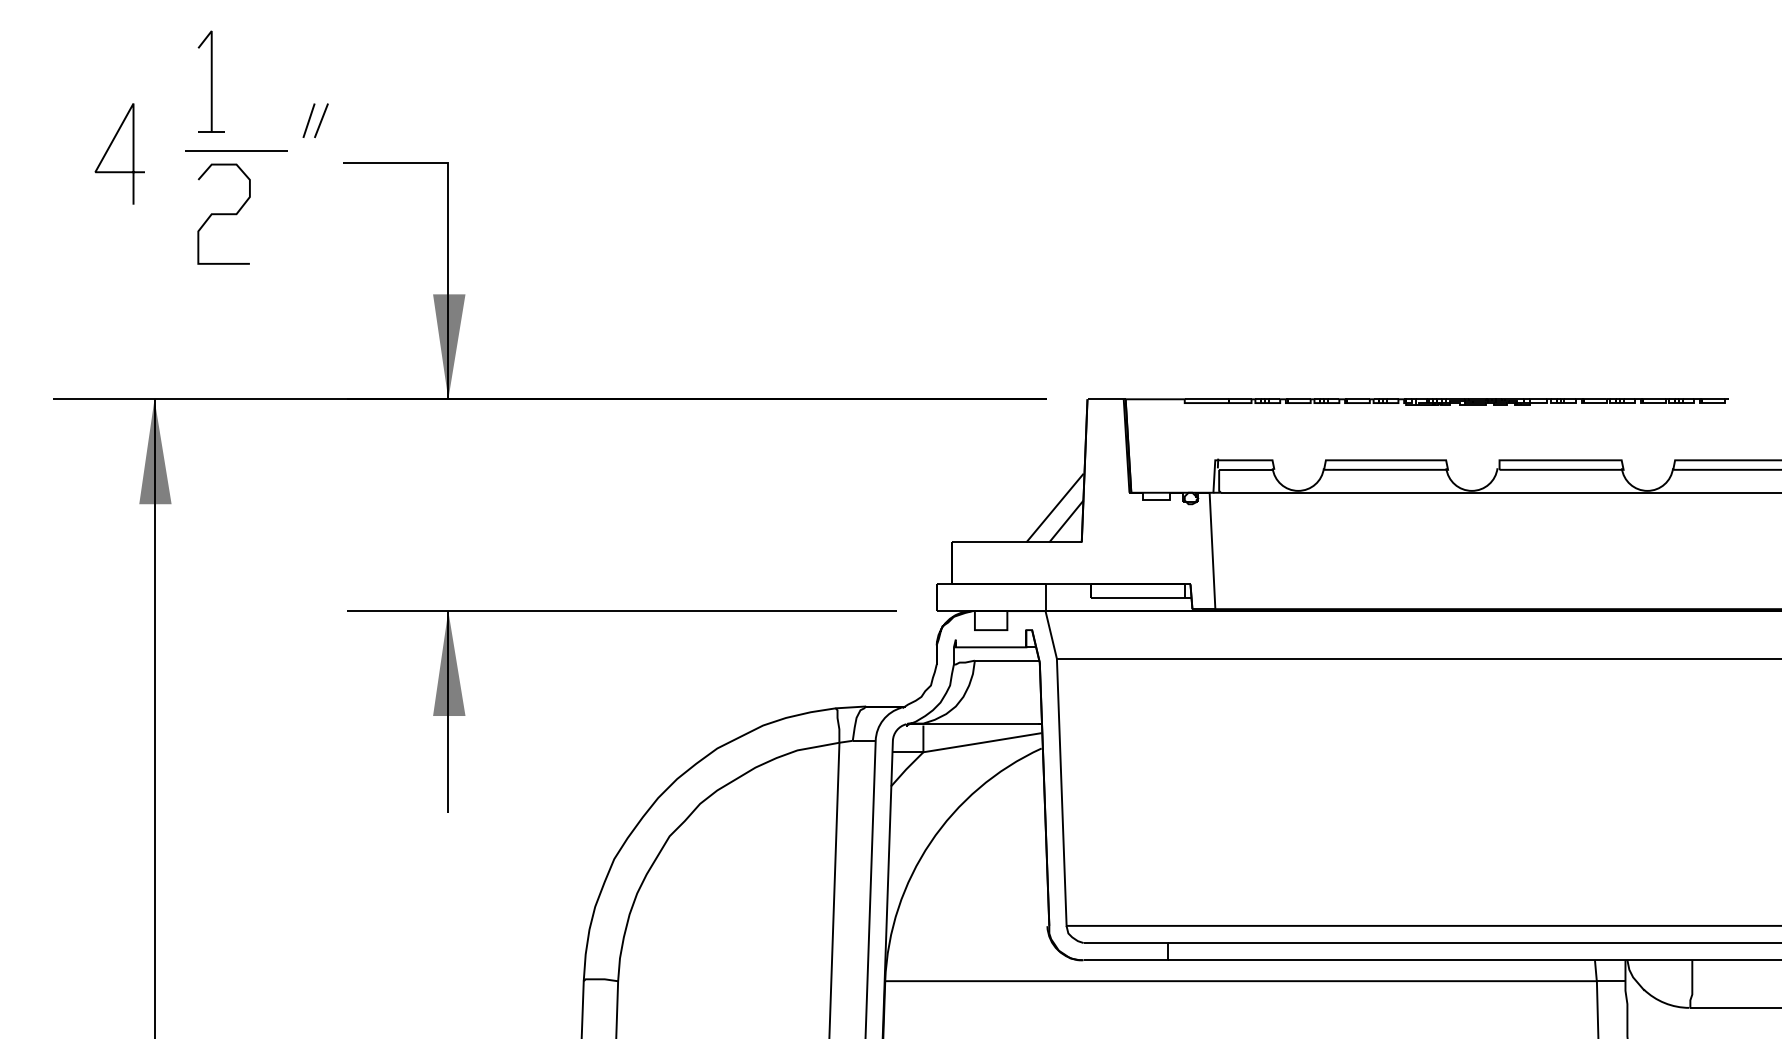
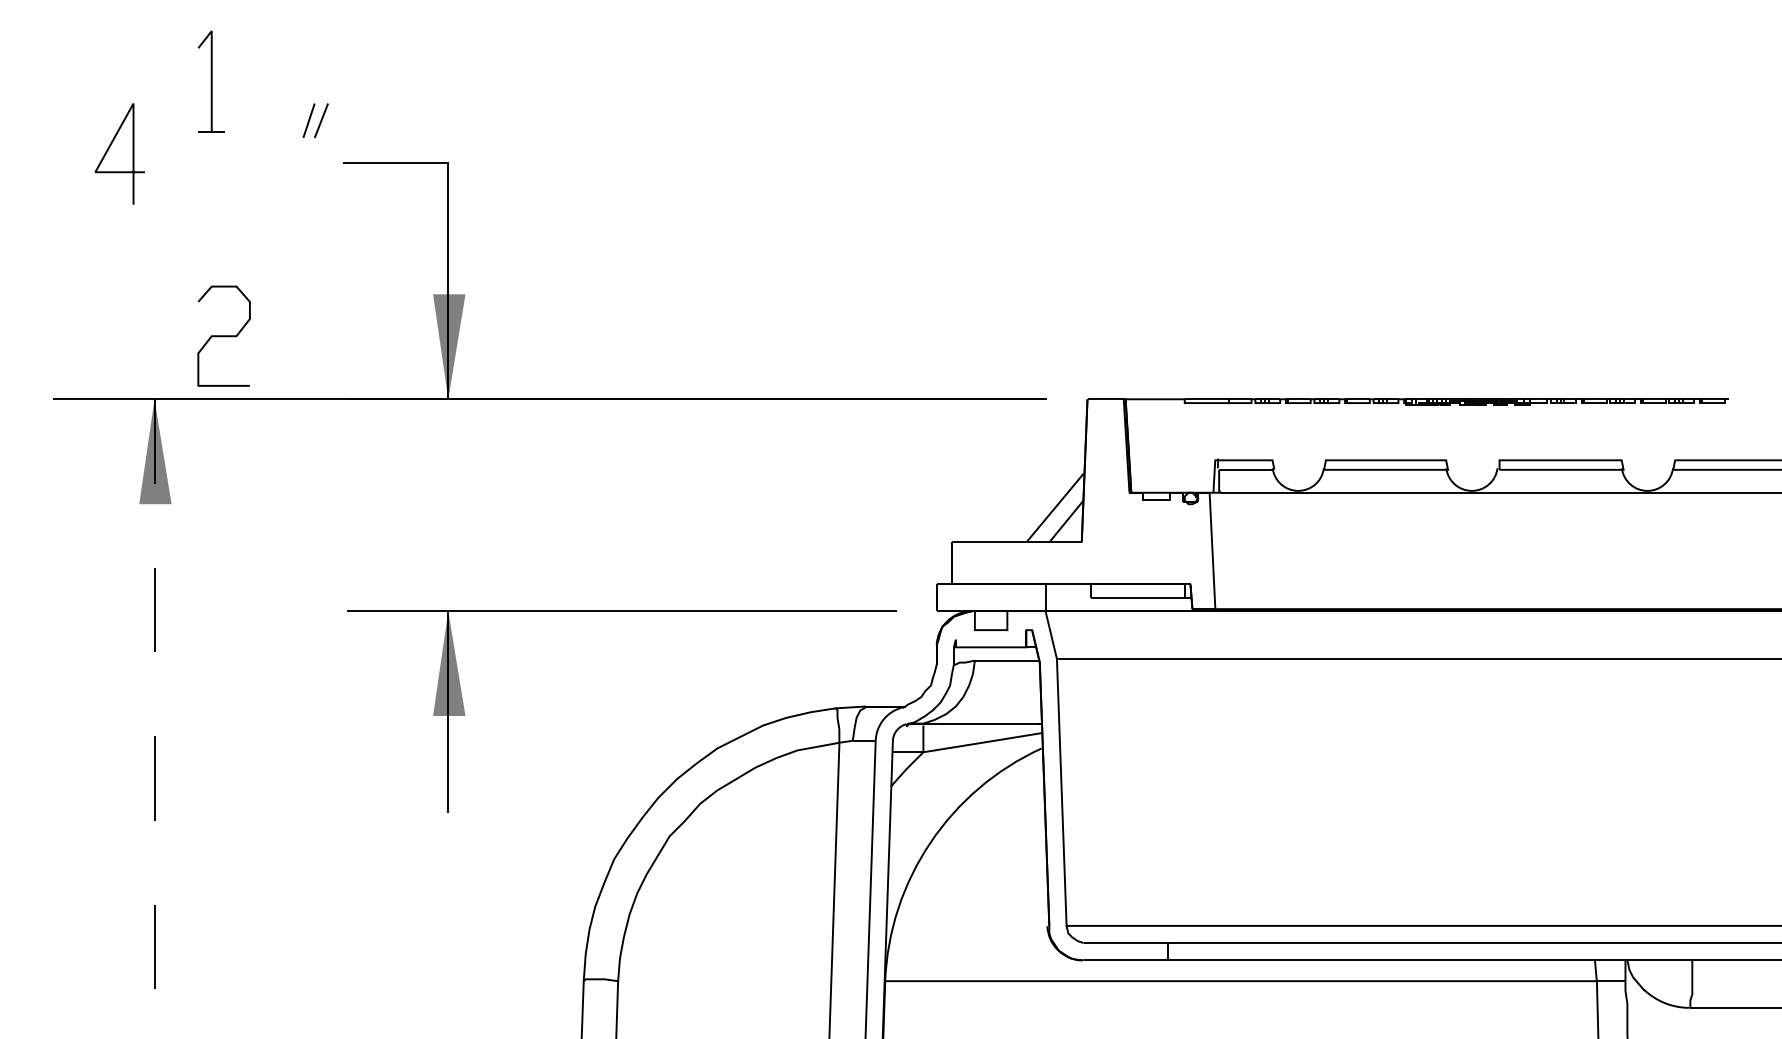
line at (236, 150): present -> none
curve at (223, 213) position: (223, 213) -> (223, 335)
line at (154, 719): solid -> dashed
